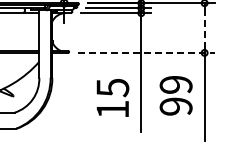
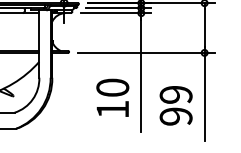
line at (204, 28): dashed -> solid
line at (146, 52): dashed -> solid
text at (112, 87): 15 -> 10
text at (175, 95) position: (175, 95) -> (175, 105)
